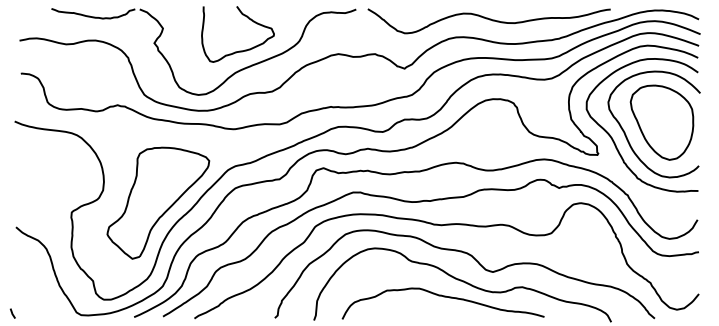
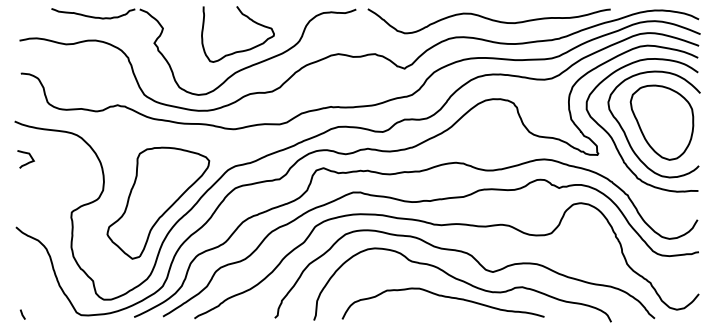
curve at (27, 162): none -> present
line at (12, 313) position: (12, 313) -> (22, 314)
